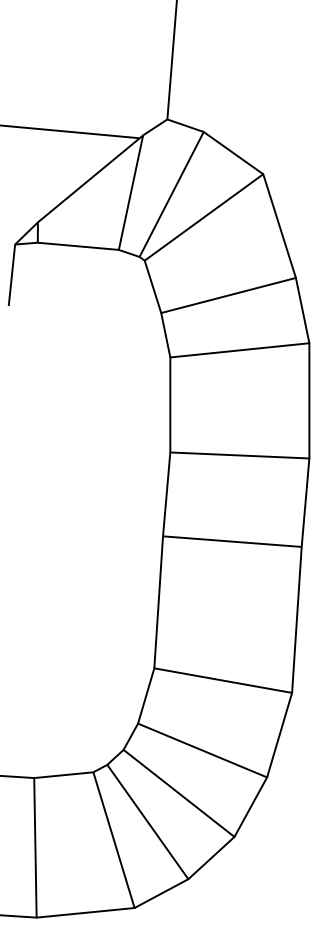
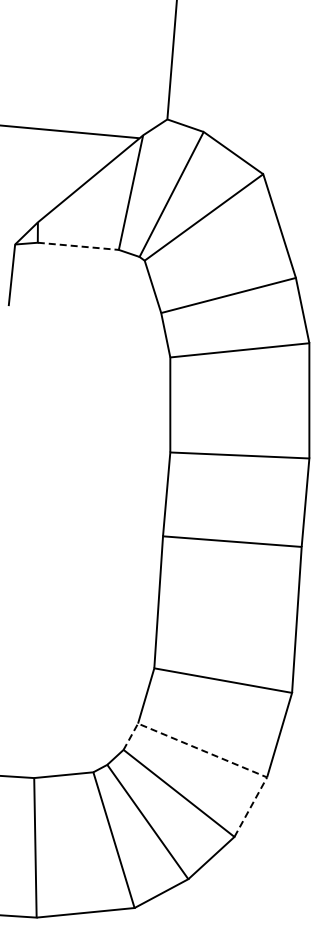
line at (78, 246): solid -> dashed
line at (220, 757): solid -> dashed
